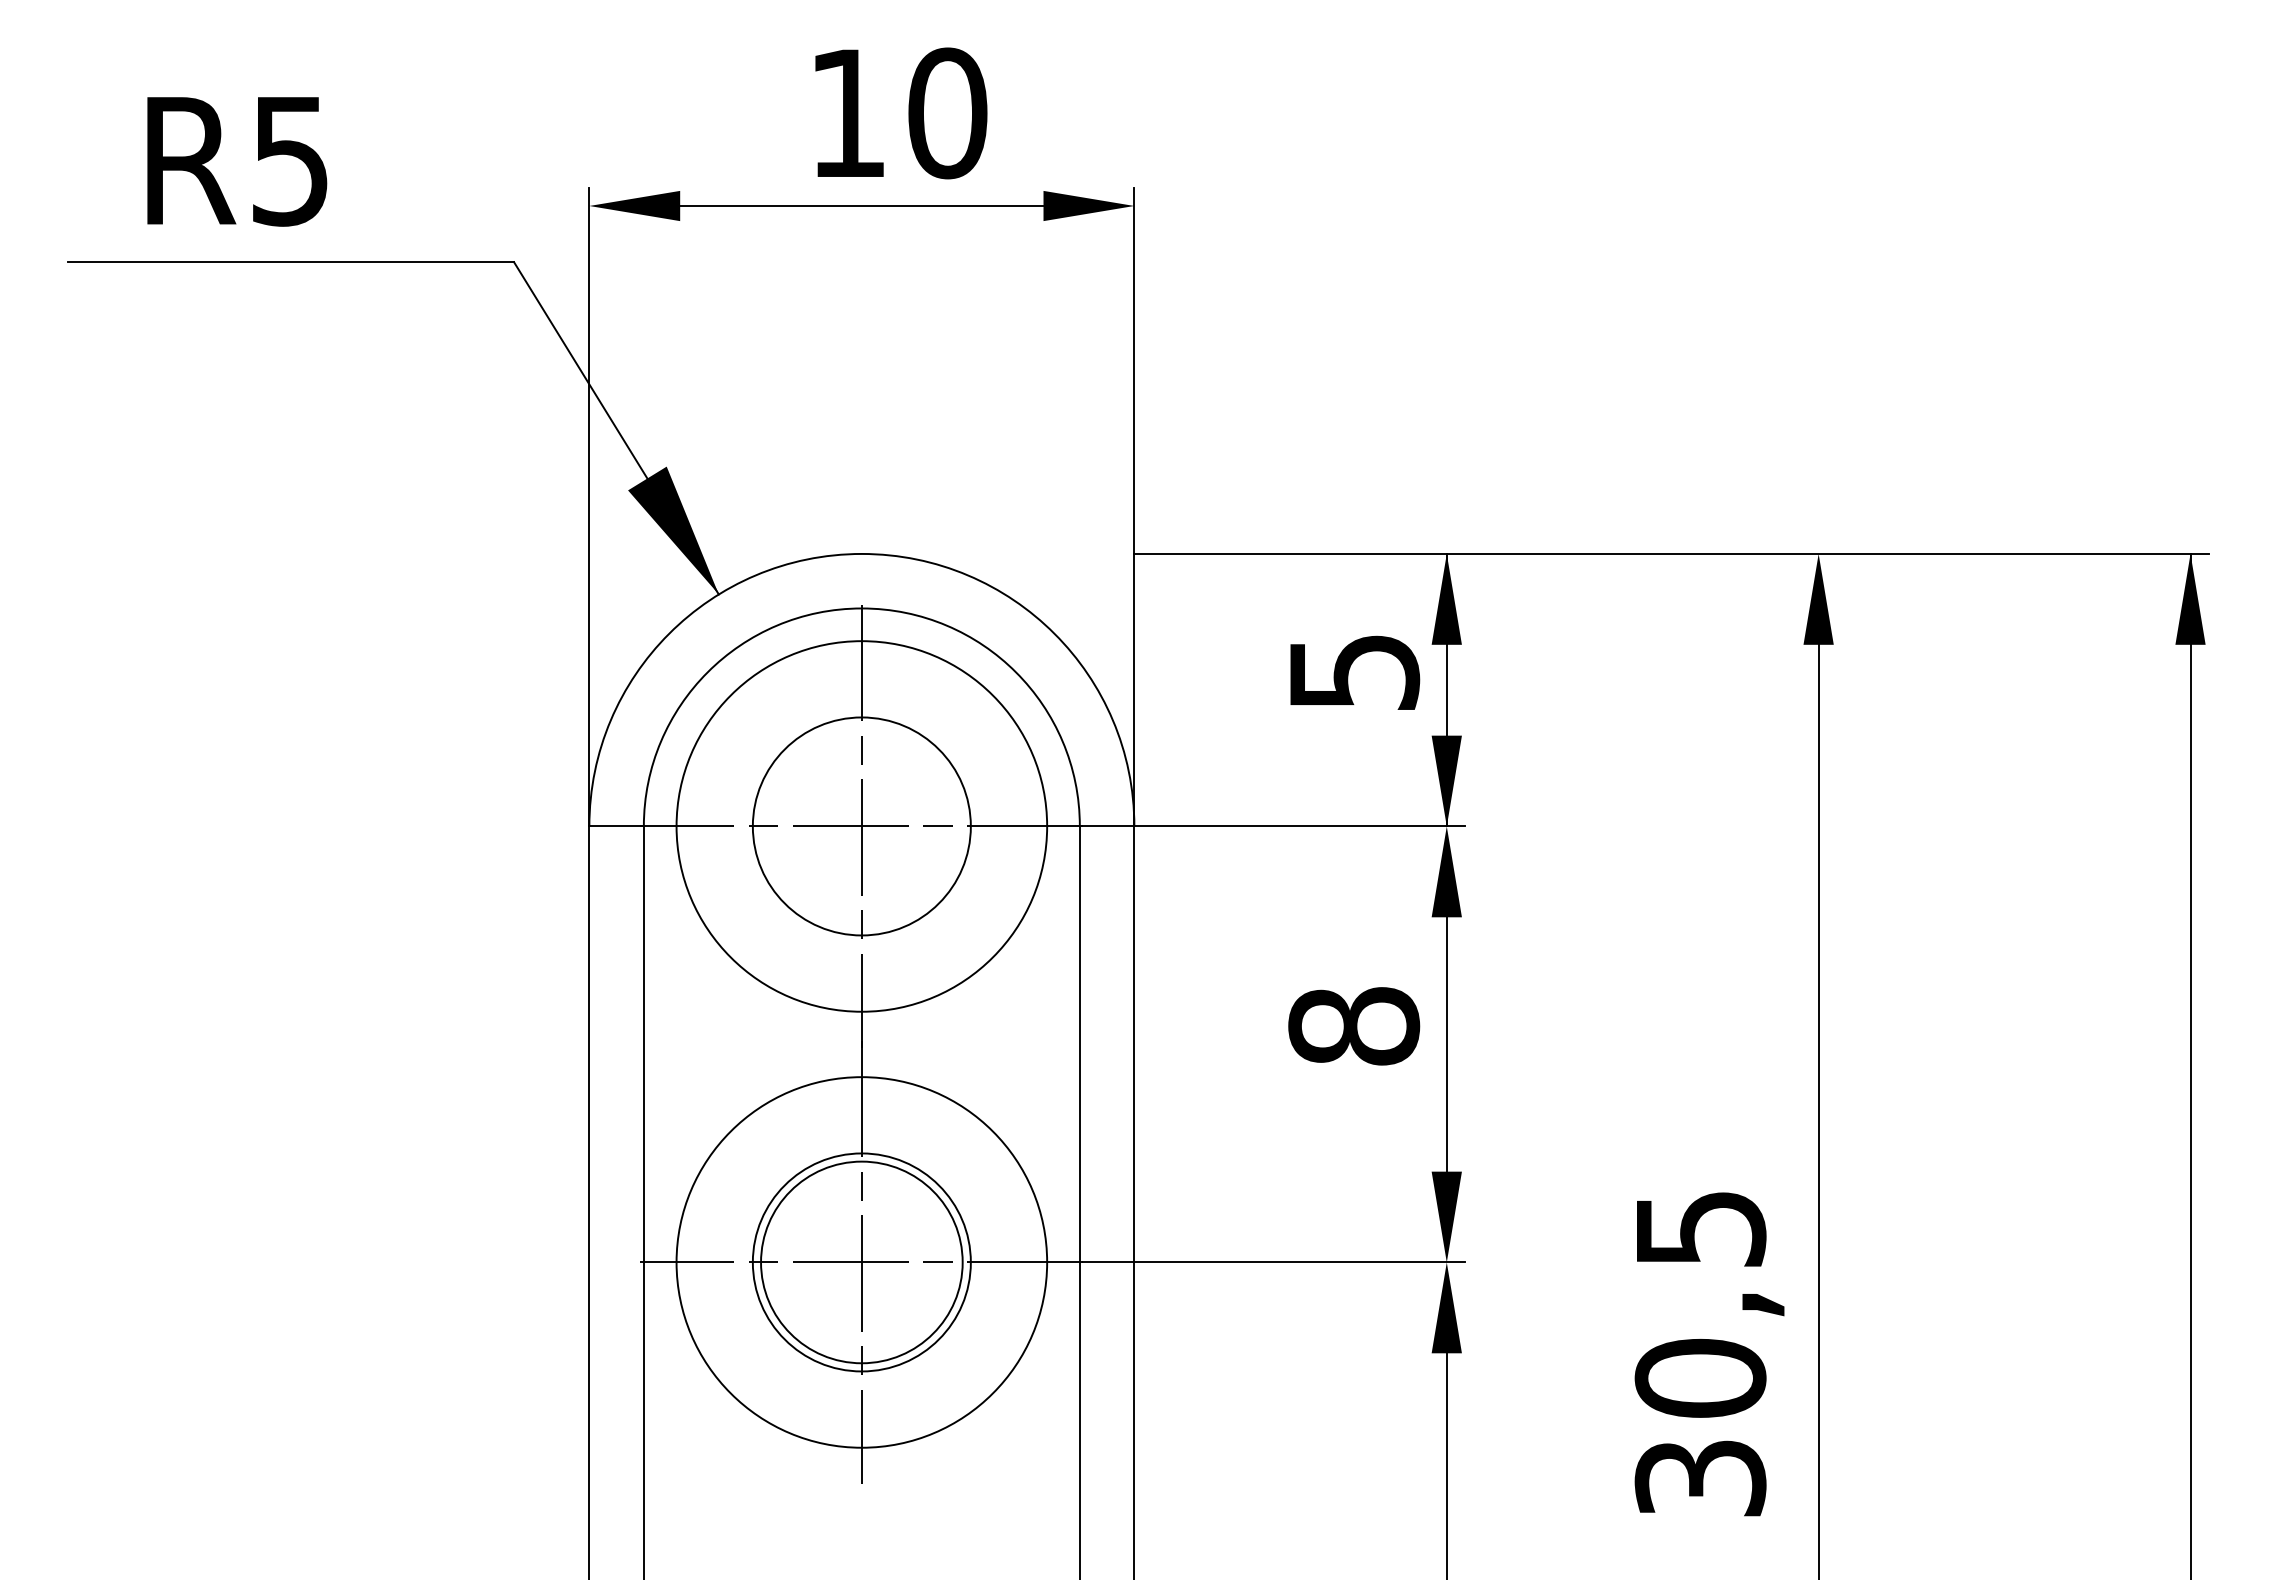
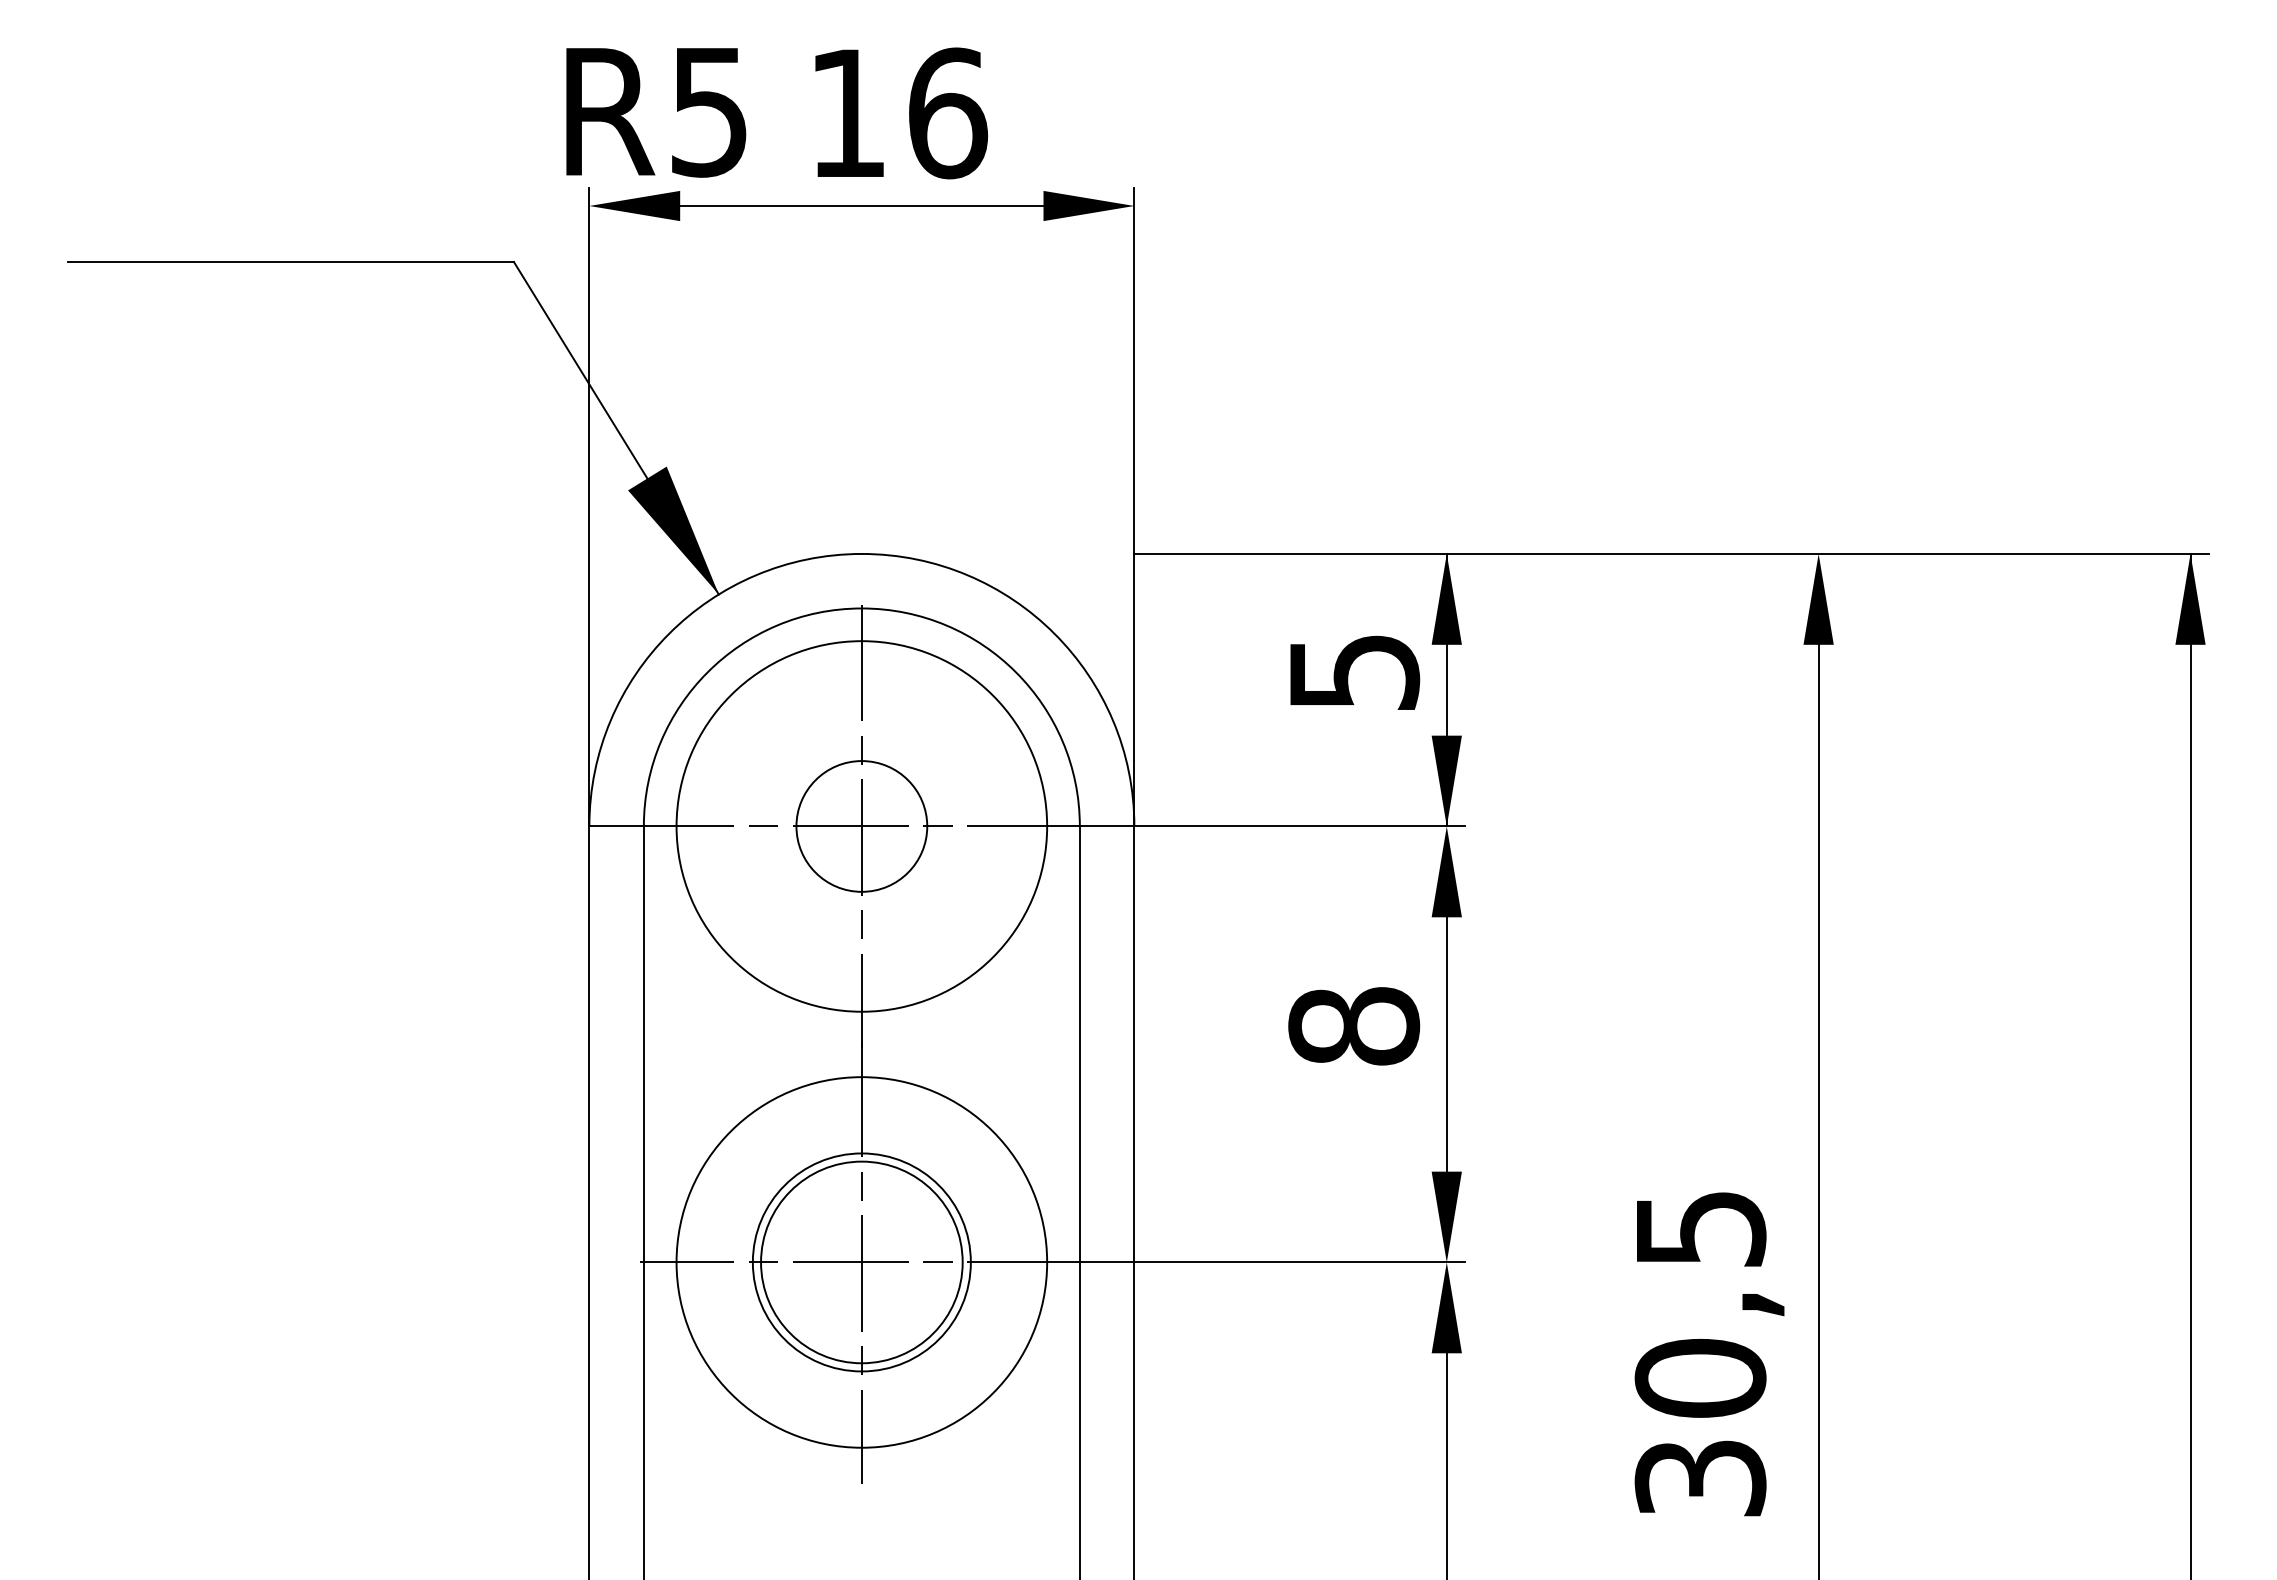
text at (948, 113): 10 -> 16
text at (237, 161) position: (237, 161) -> (656, 112)
circle at (861, 826) diameter: 218 px -> 131 px
